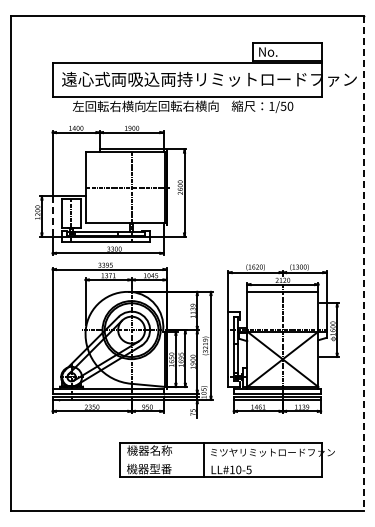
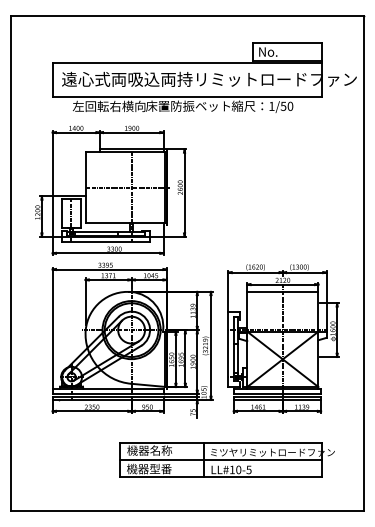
text at (187, 105): 左回転右横向 -> 床置防振ベット
line at (52, 217): dashed -> solid
line at (363, 263): dashed -> solid
line at (220, 460): none -> present
